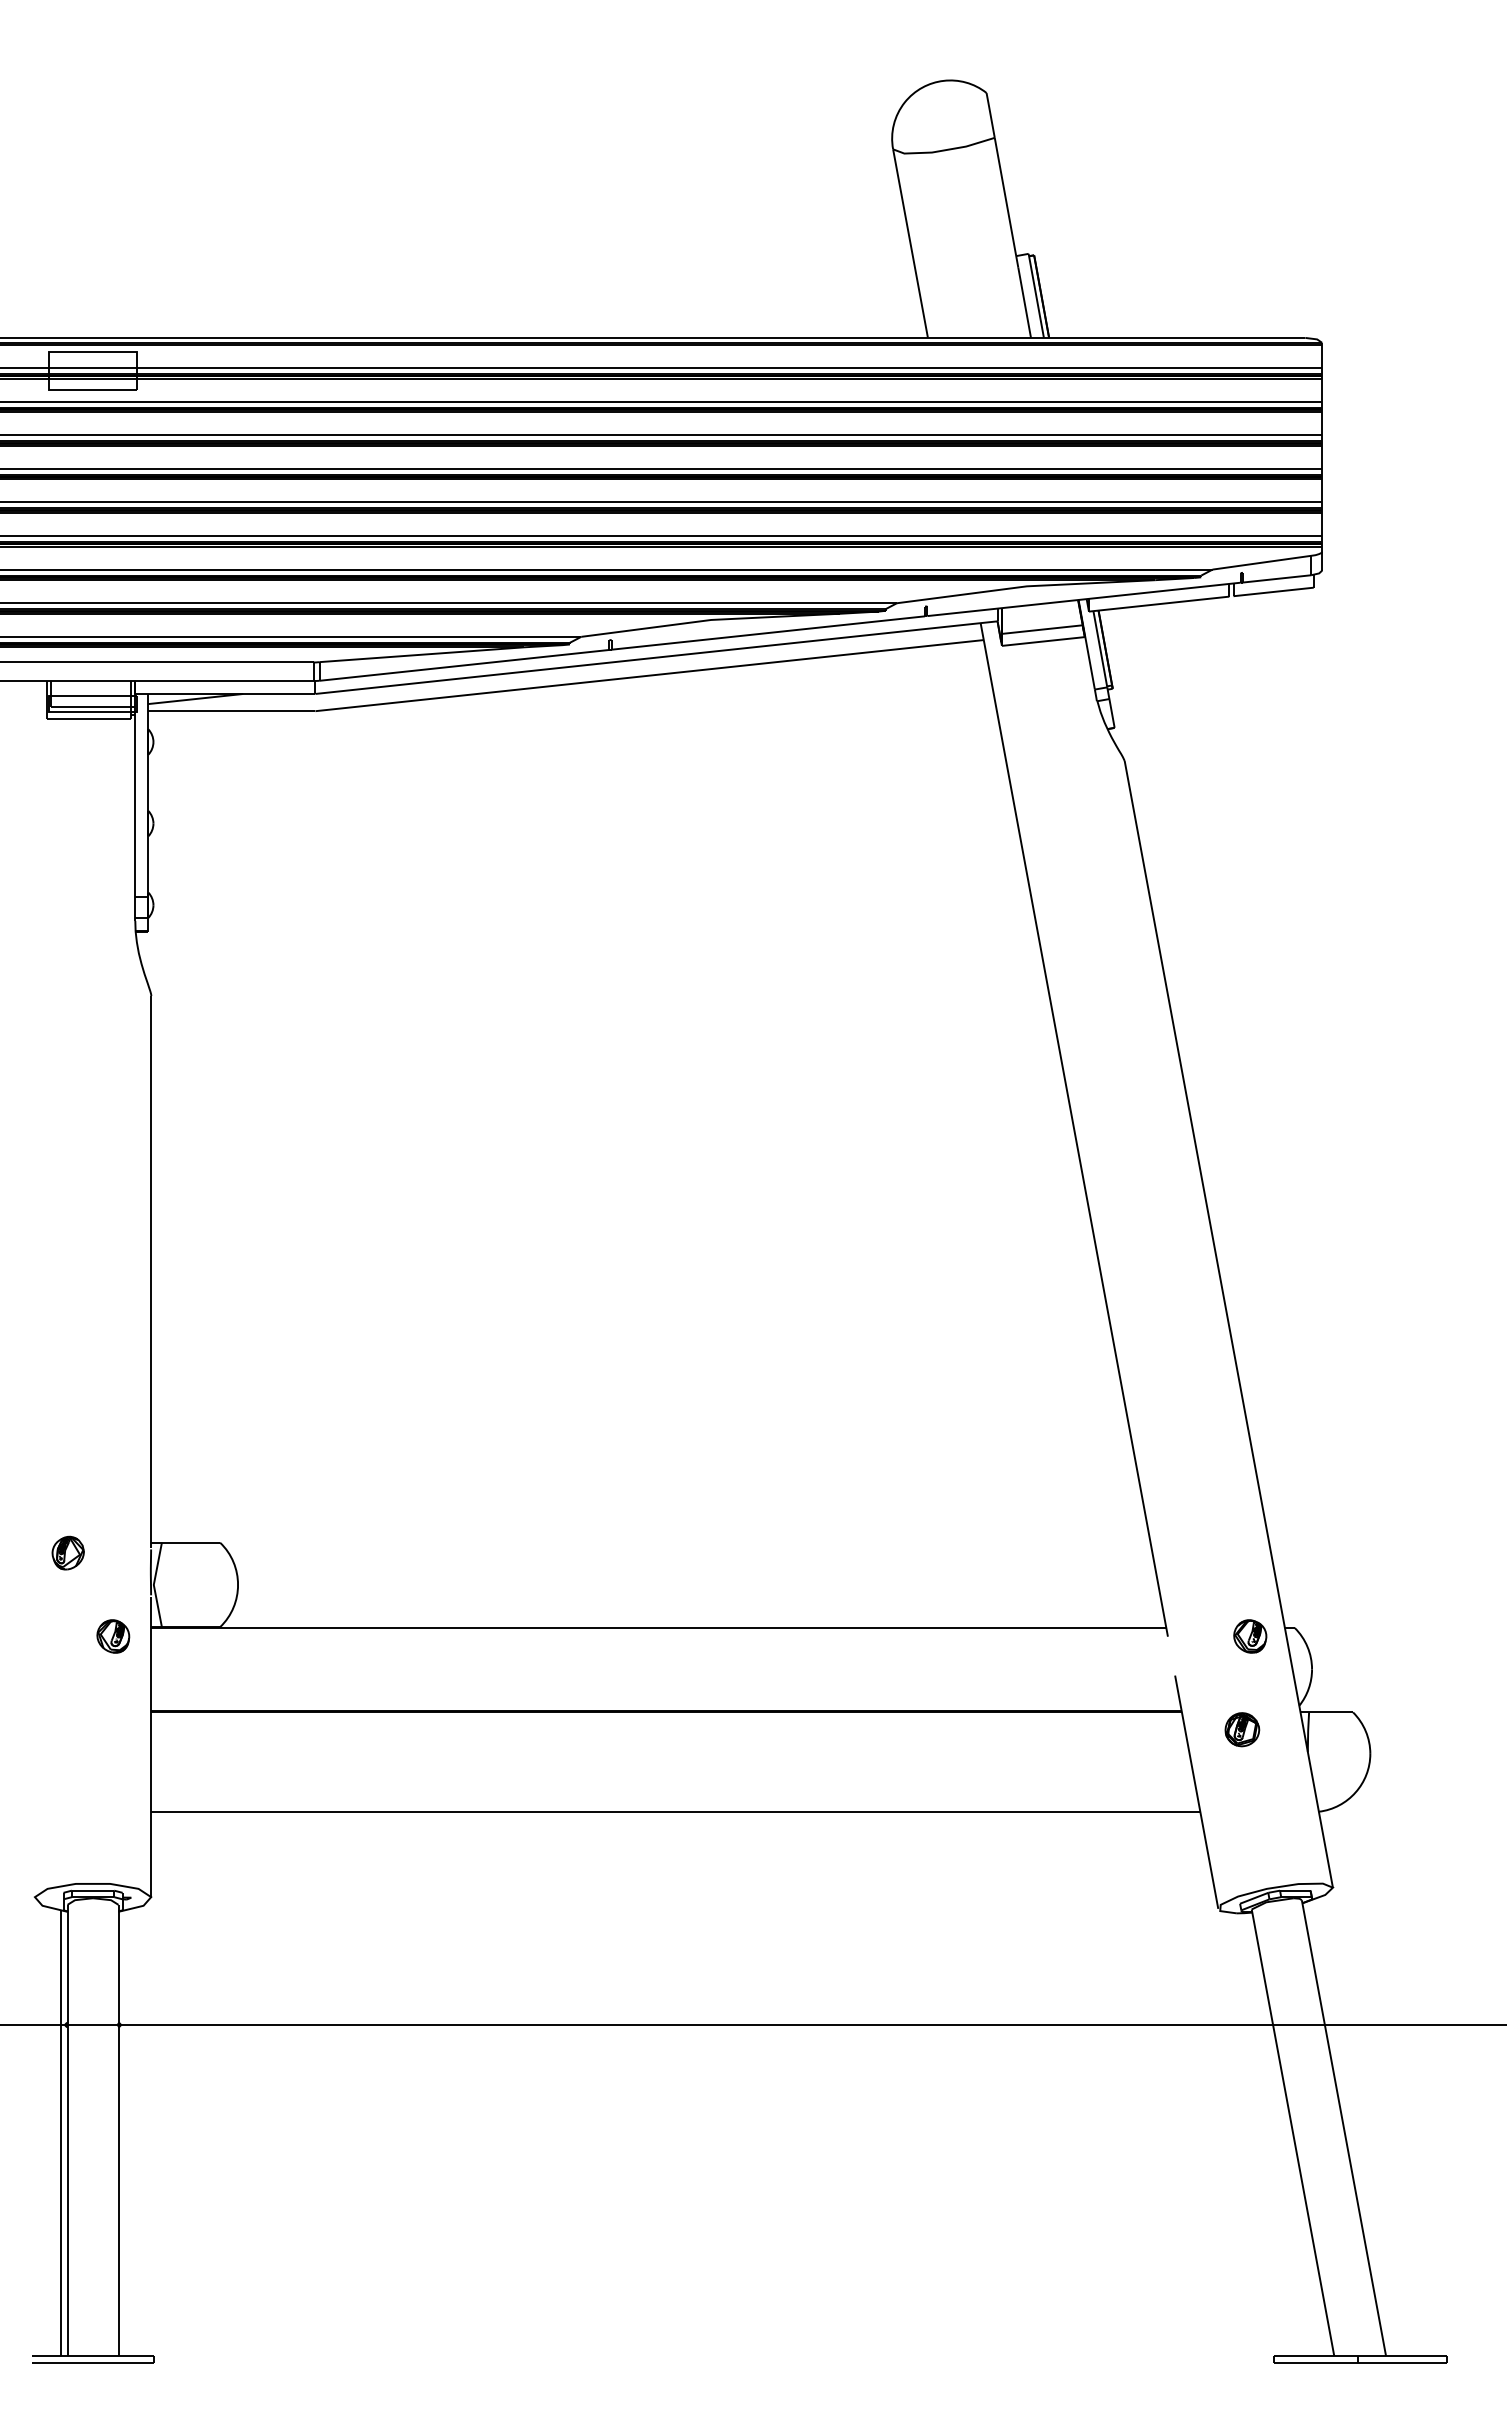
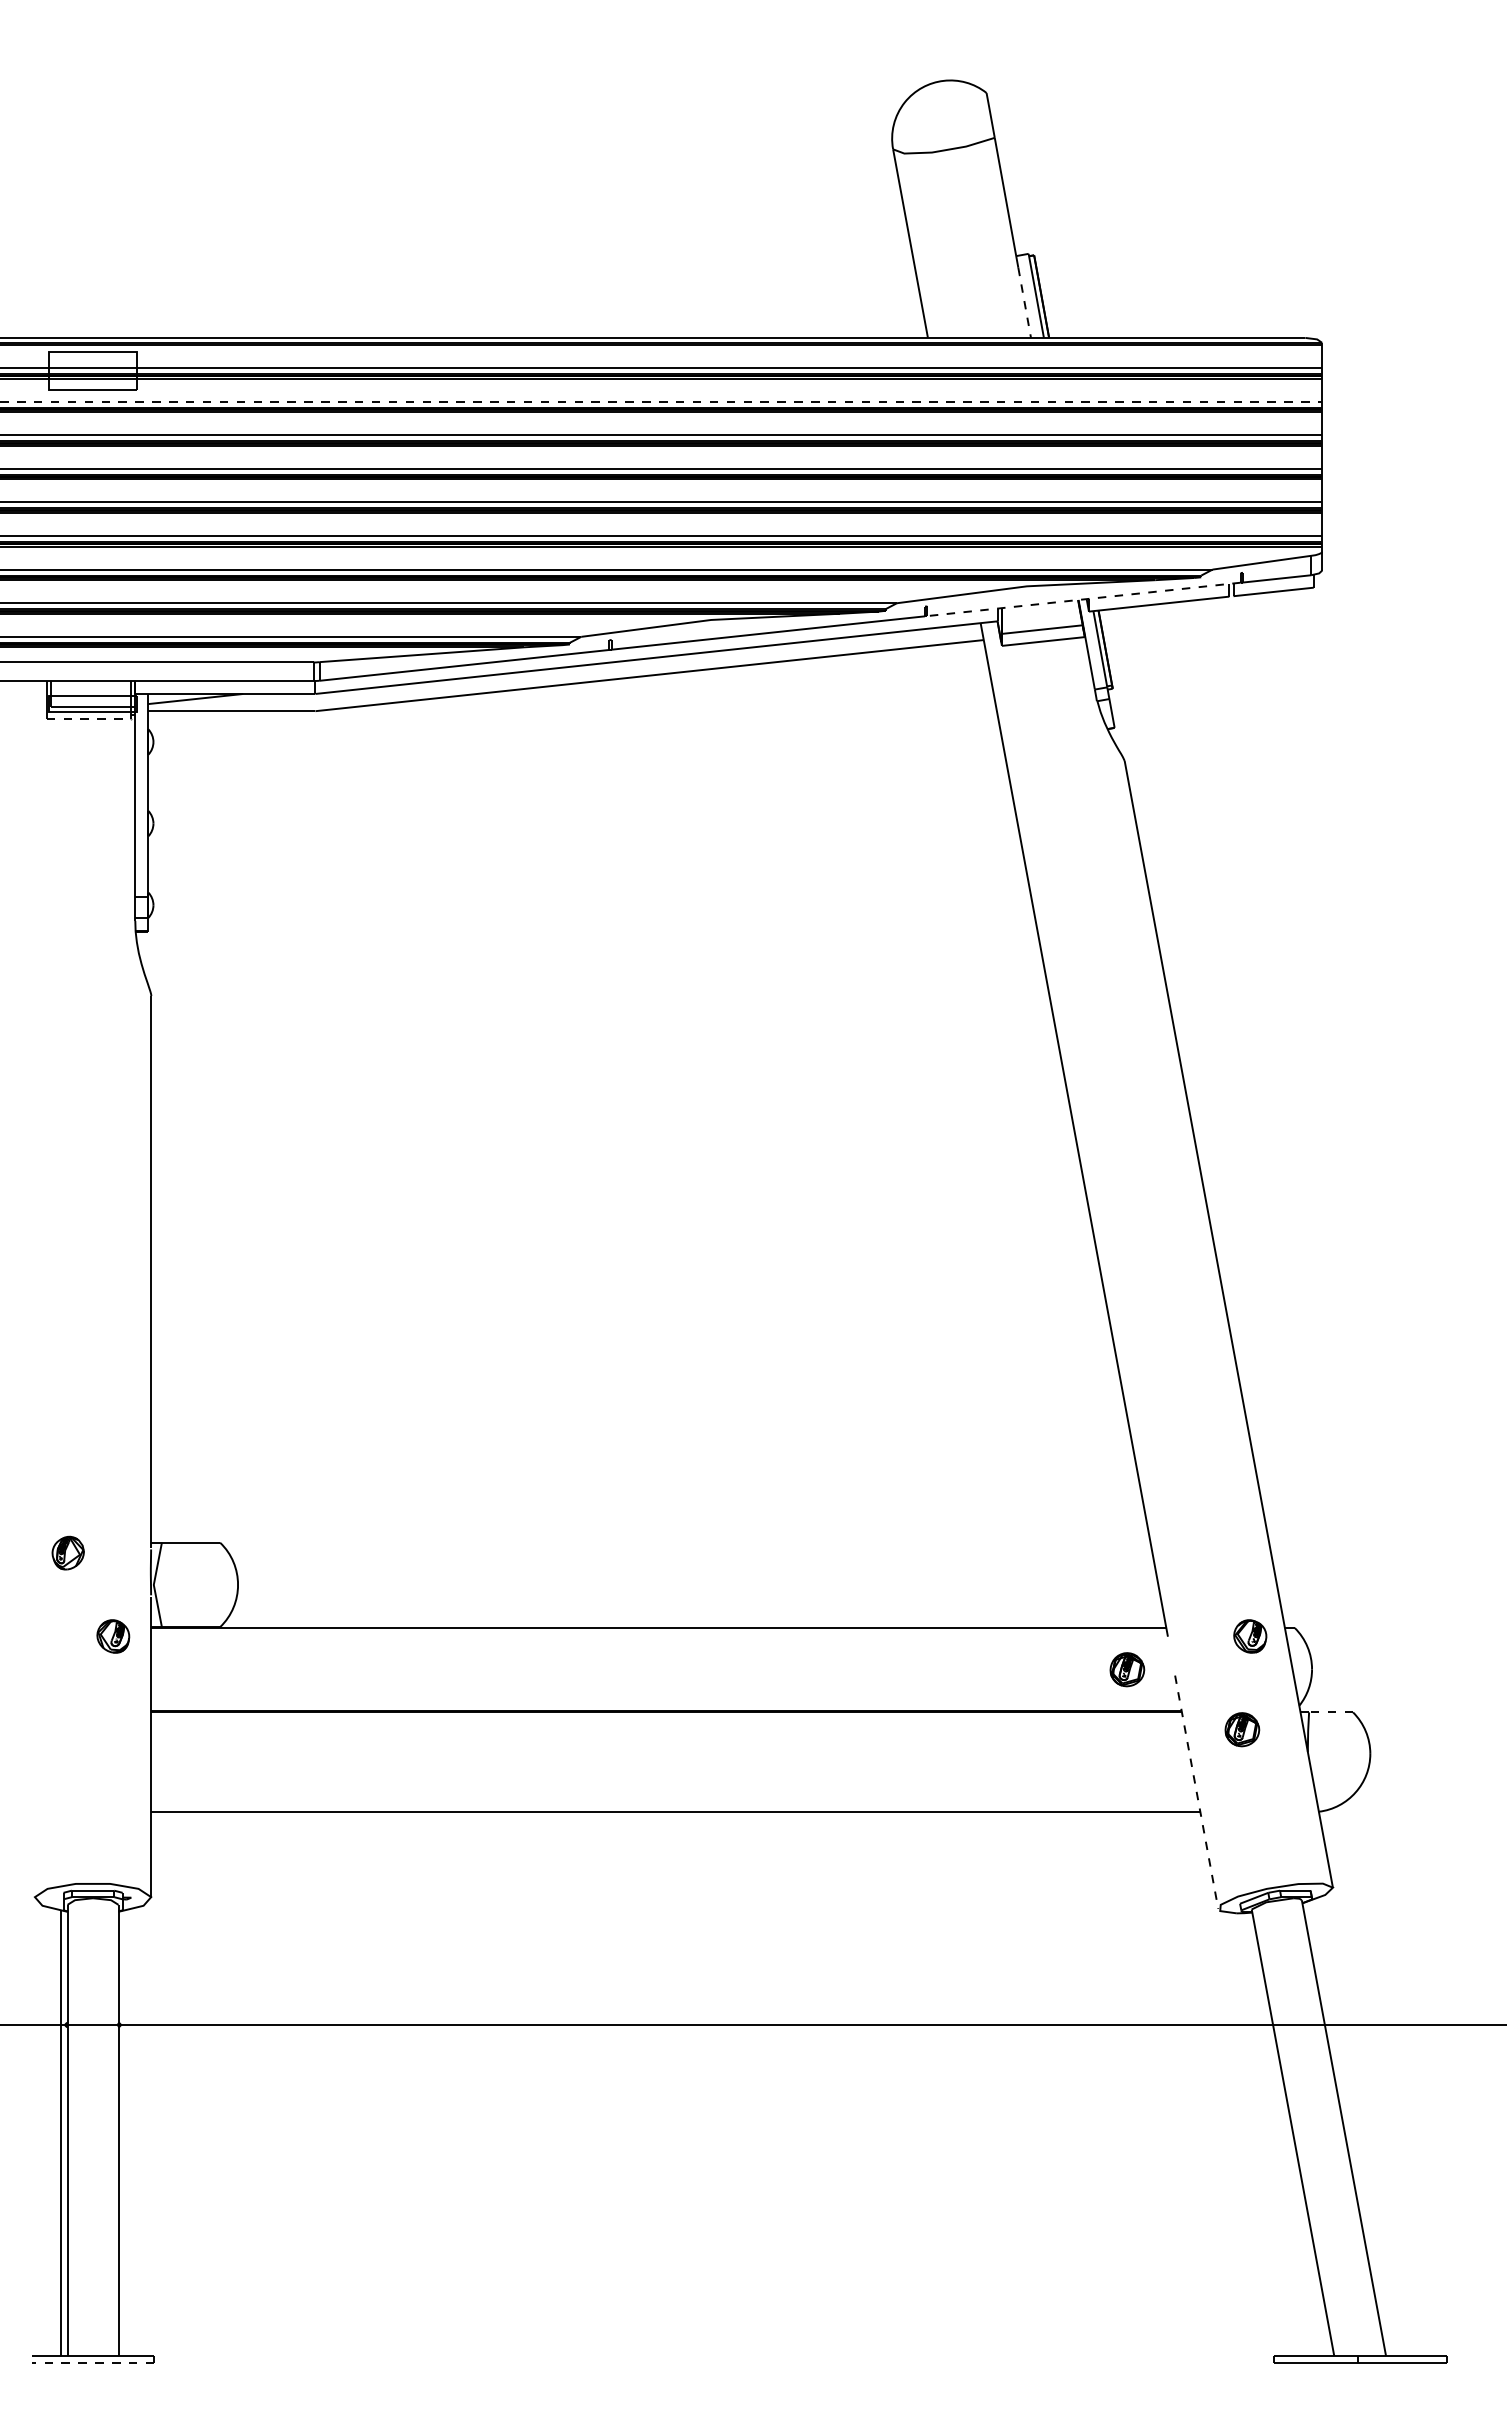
line at (1024, 302): solid -> dashed
line at (661, 401): solid -> dashed
line at (1084, 599): solid -> dashed
line at (89, 718): solid -> dashed
part at (1127, 1669): none -> present
line at (1332, 1712): solid -> dashed
line at (1196, 1792): solid -> dashed
line at (92, 2362): solid -> dashed
